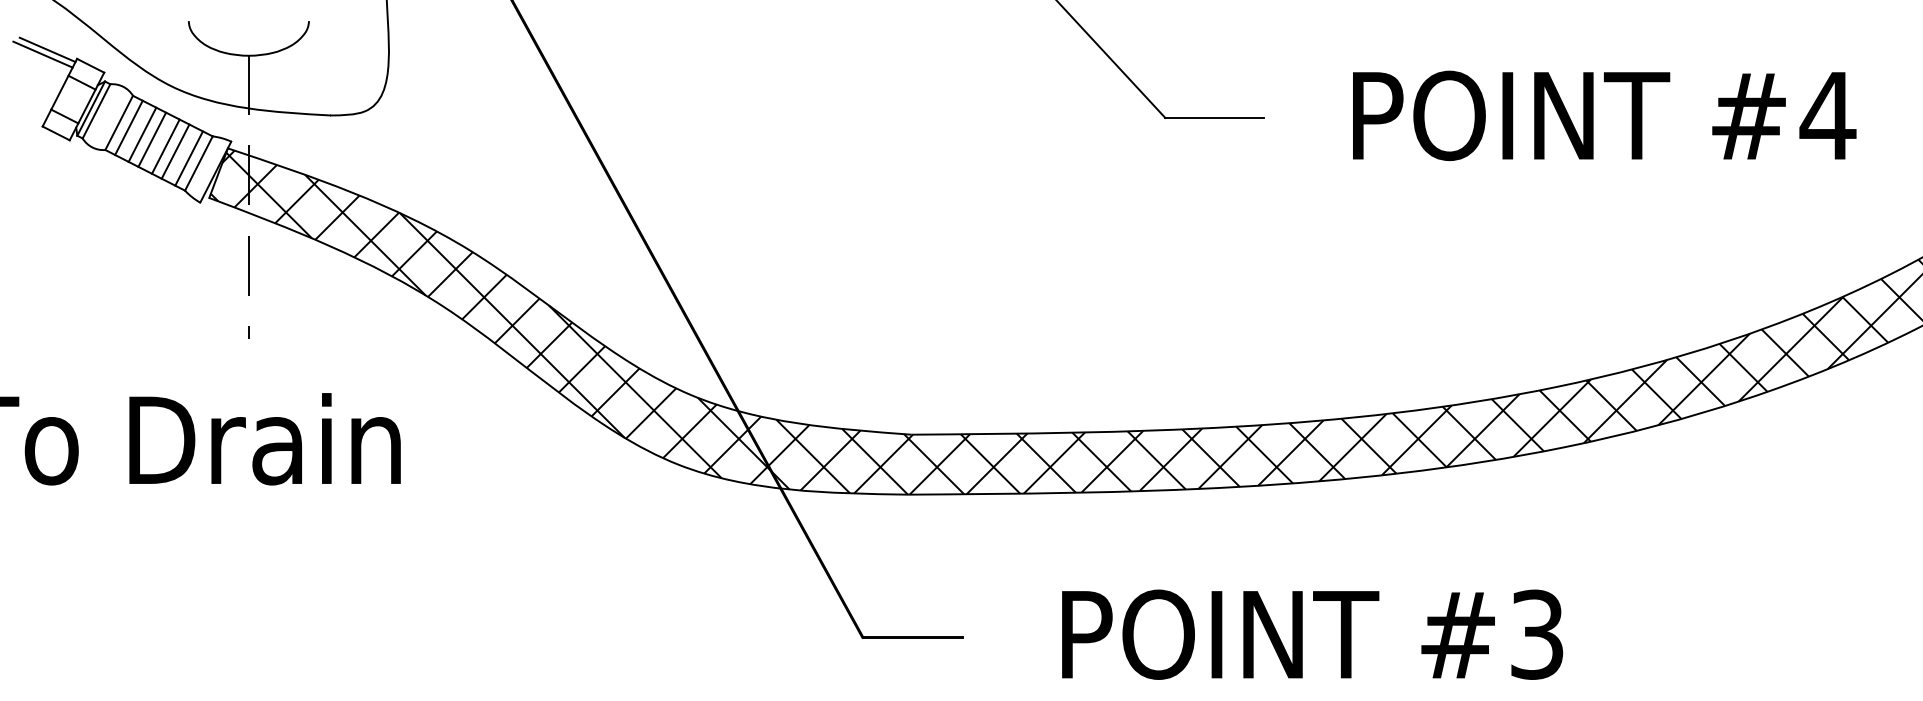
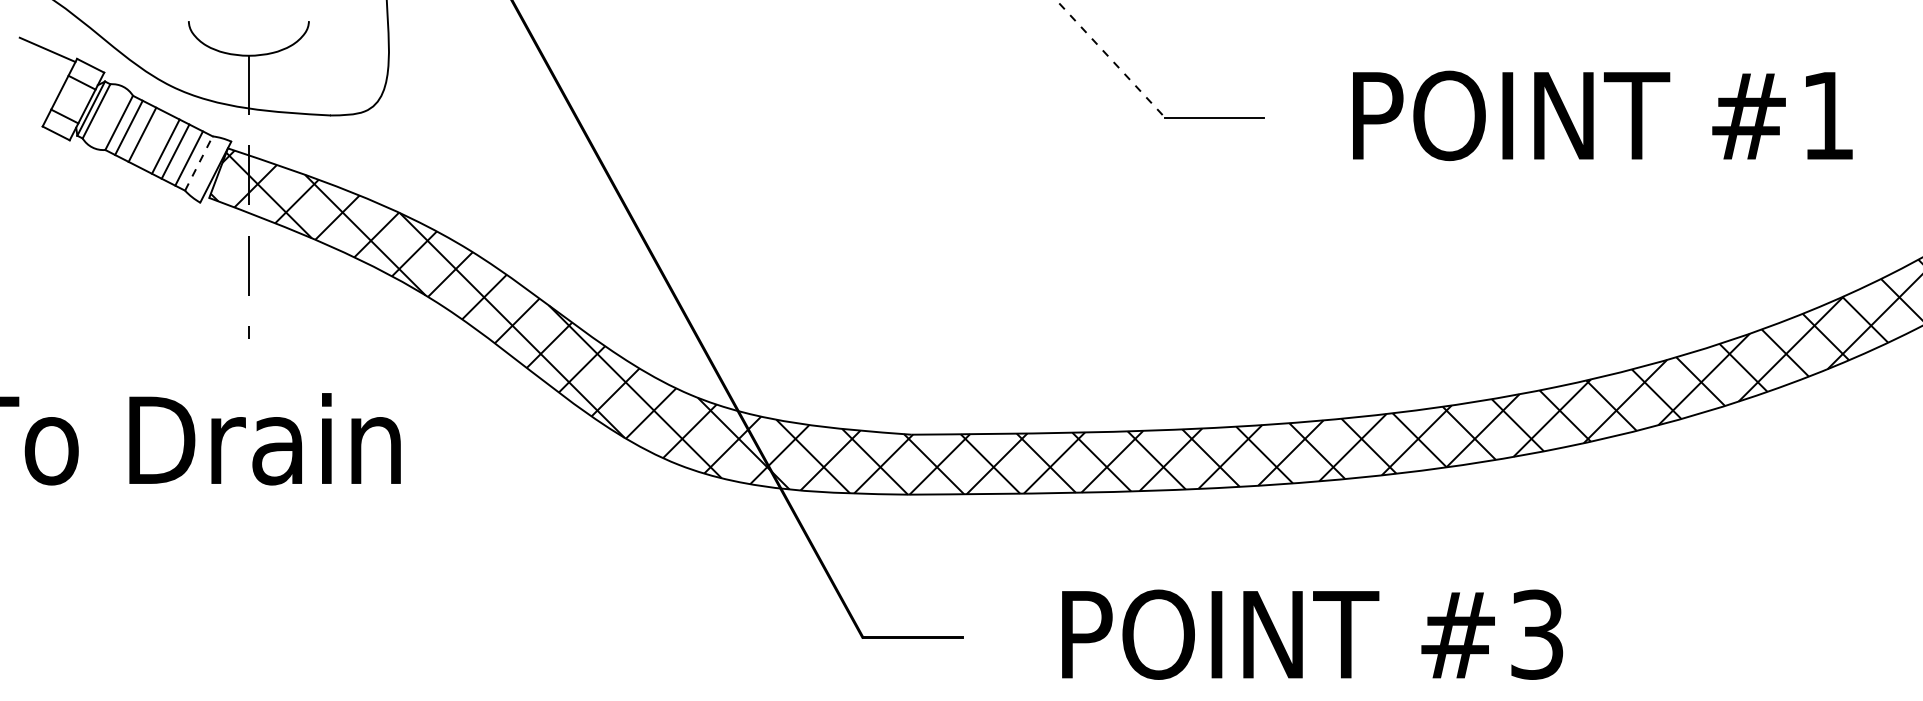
line at (42, 54): present -> none
line at (1111, 59): solid -> dashed
text at (1827, 115): #4 -> #1
line at (152, 139): present -> none
line at (199, 163): solid -> dashed
